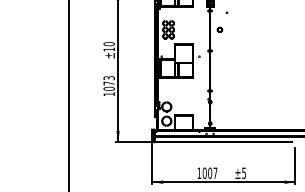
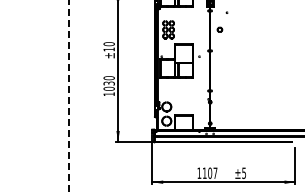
text at (108, 80): 1073 -> 1030
line at (68, 96): solid -> dashed
text at (204, 172): 1007 -> 1107
